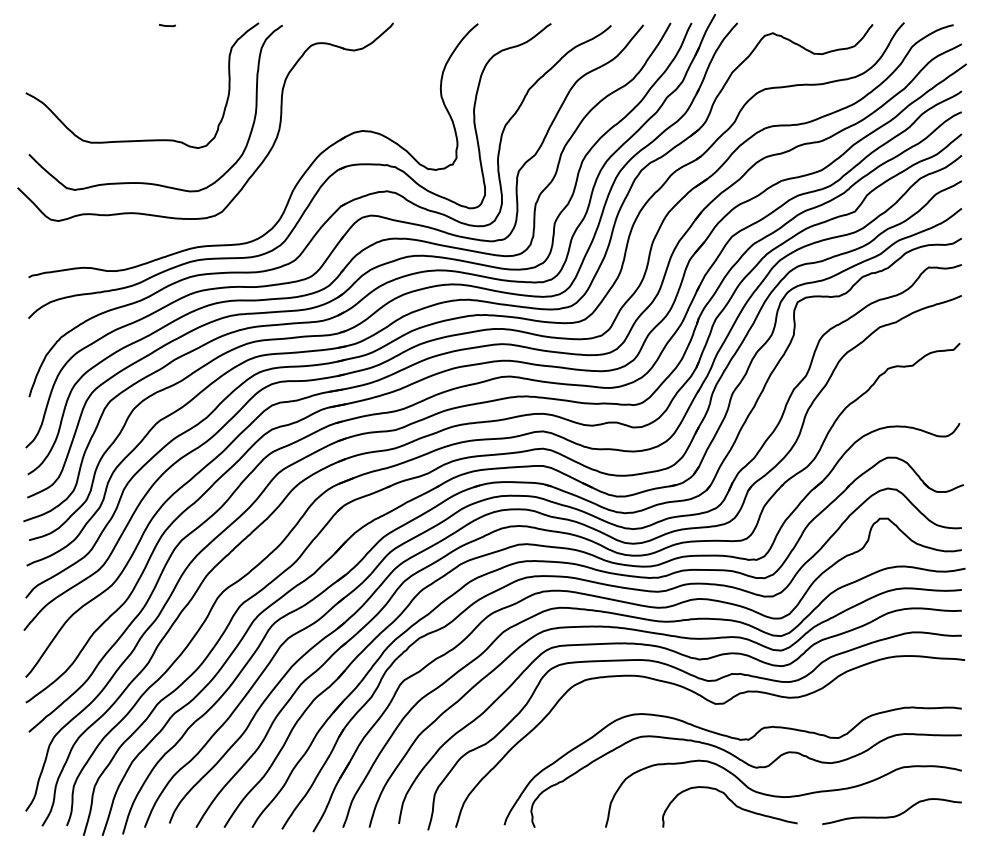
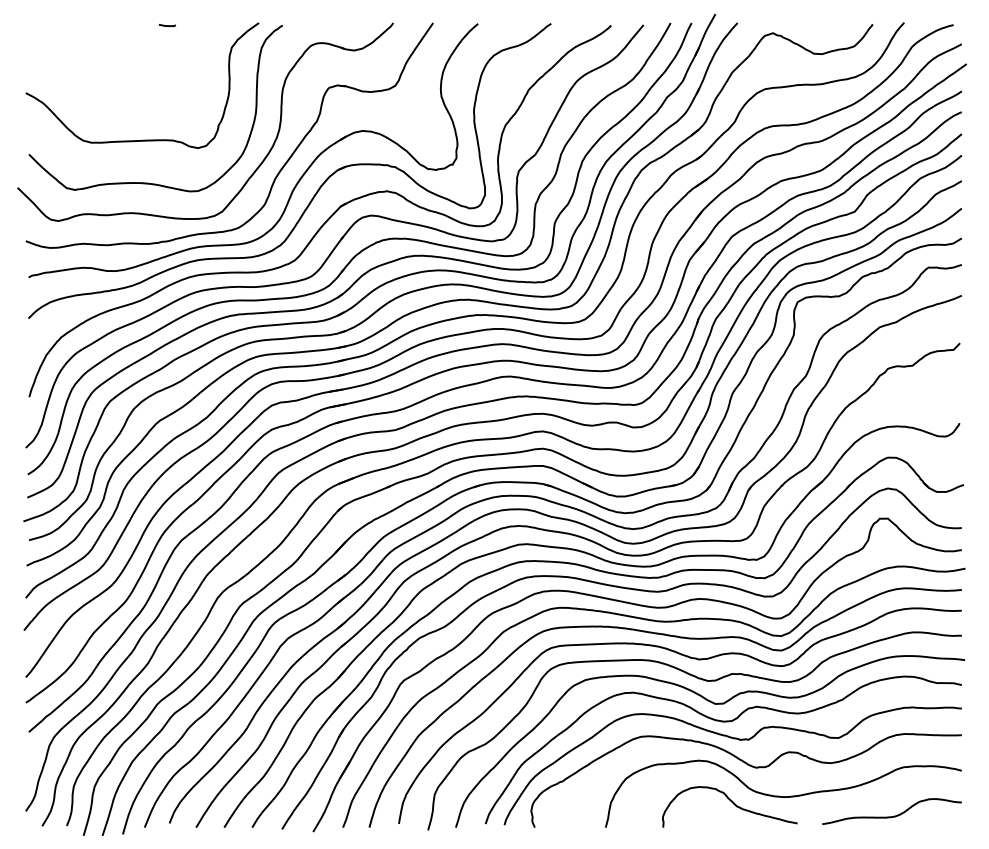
part at (278, 171): none -> present
curve at (722, 722): none -> present
